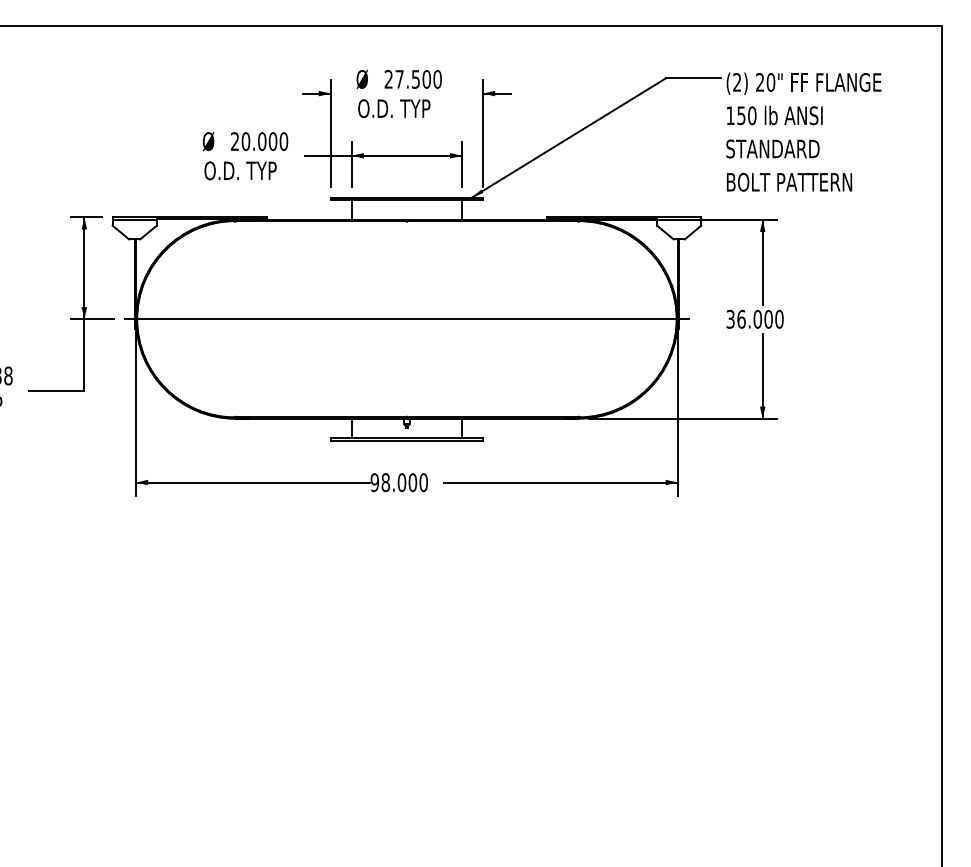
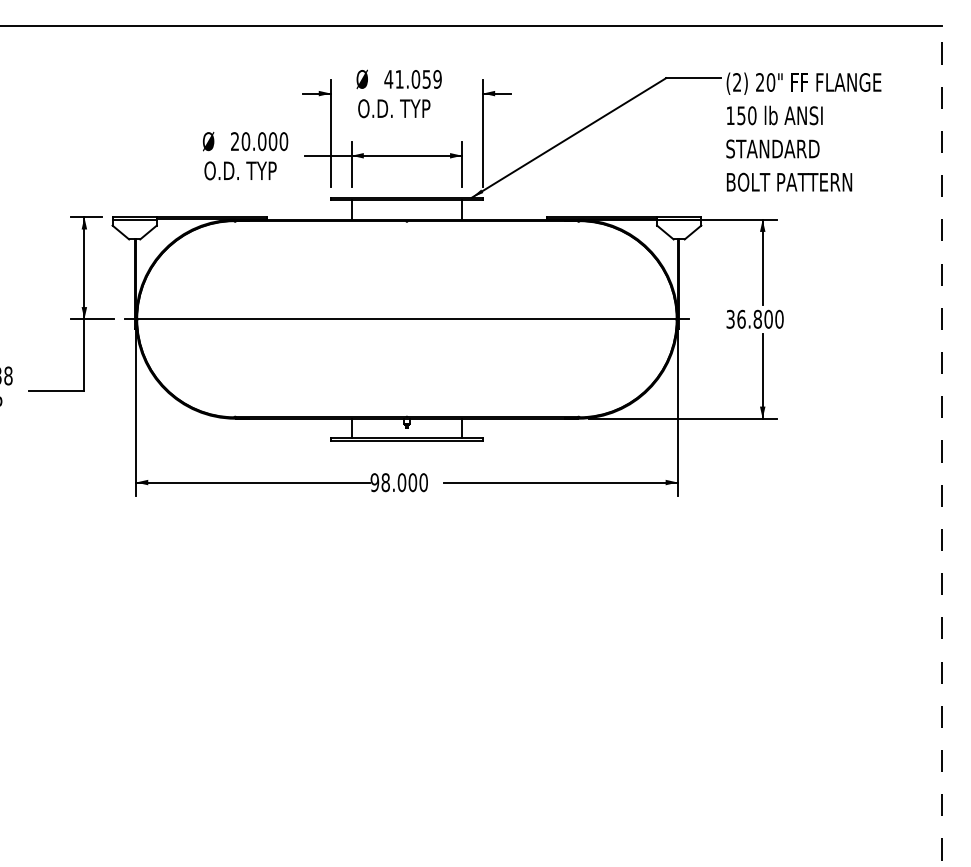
text at (412, 79): 27.500 -> 41.059
text at (757, 319): 36.000 -> 36.800
line at (941, 445): solid -> dashed
